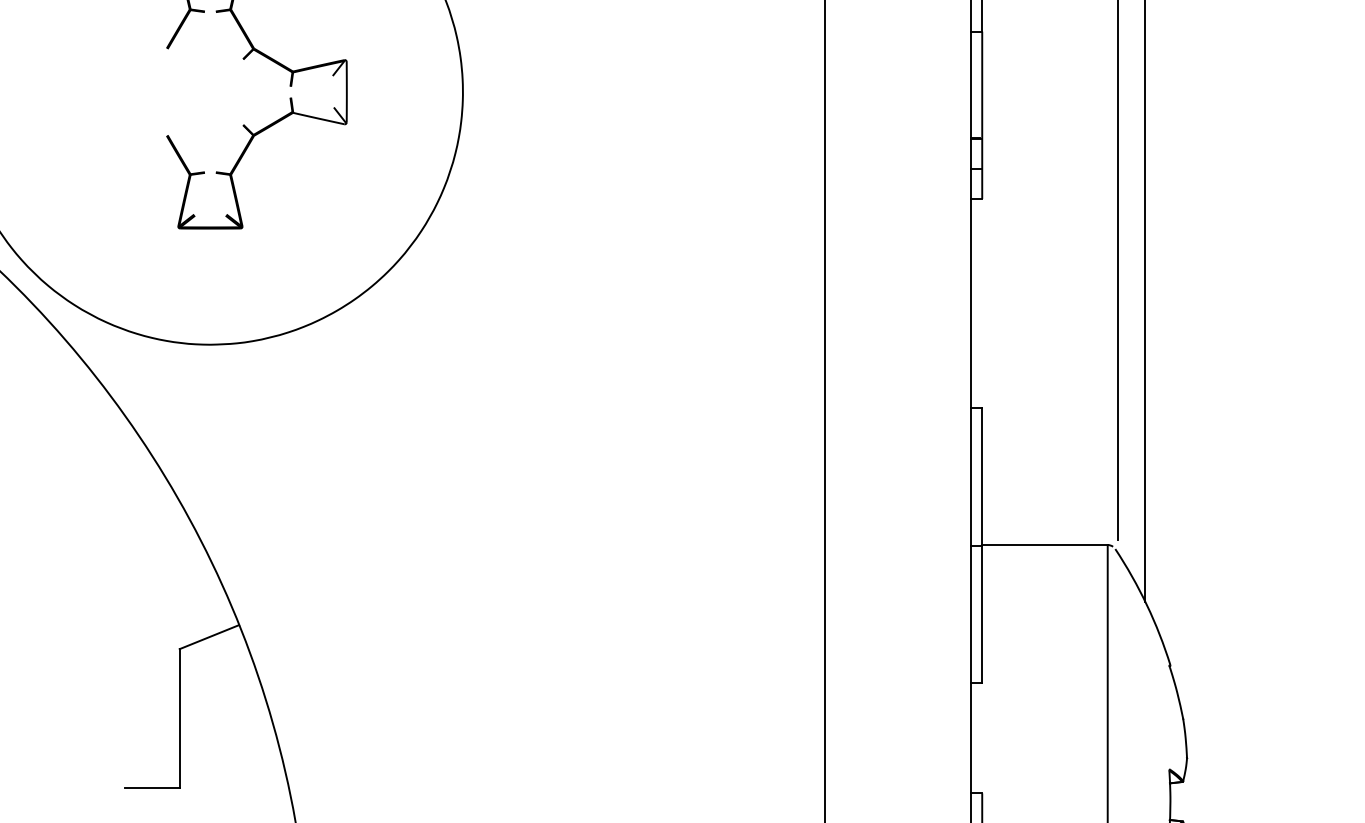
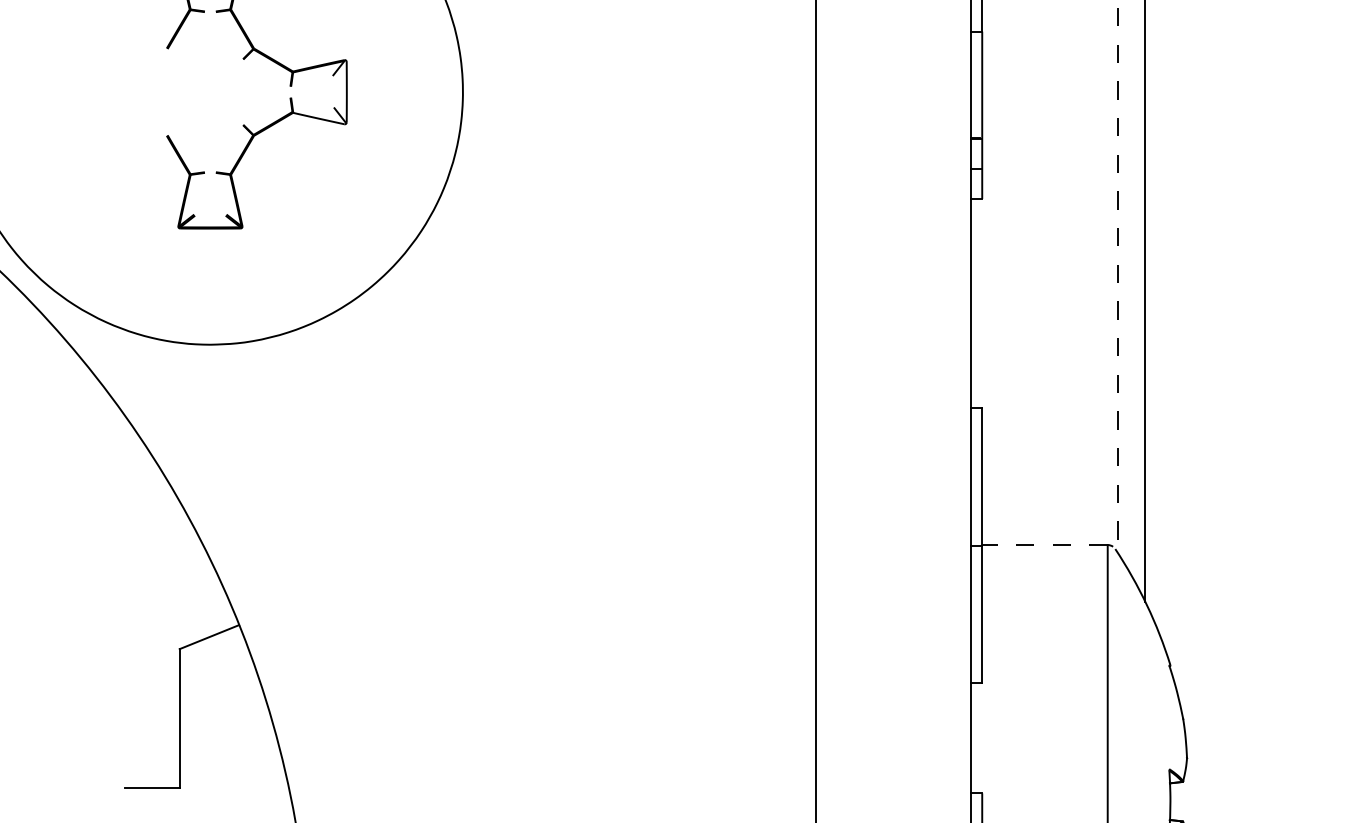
line at (1117, 269): solid -> dashed
line at (824, 410) position: (824, 410) -> (815, 410)
line at (1044, 545): solid -> dashed
